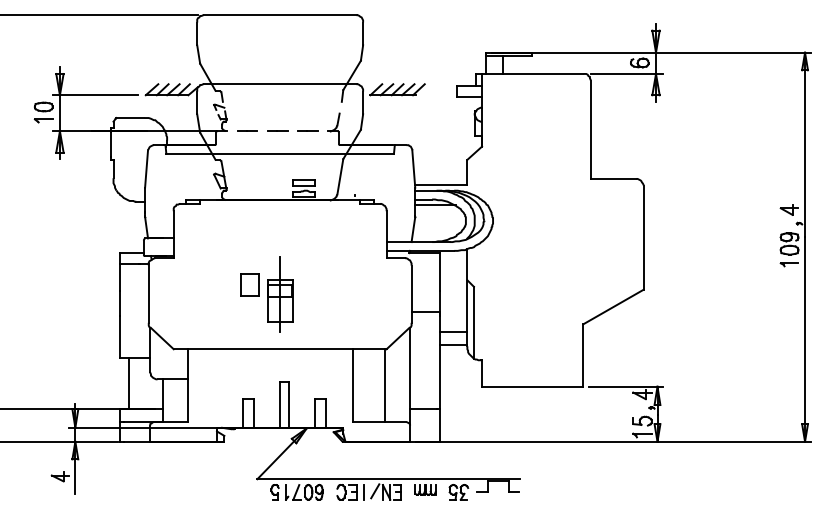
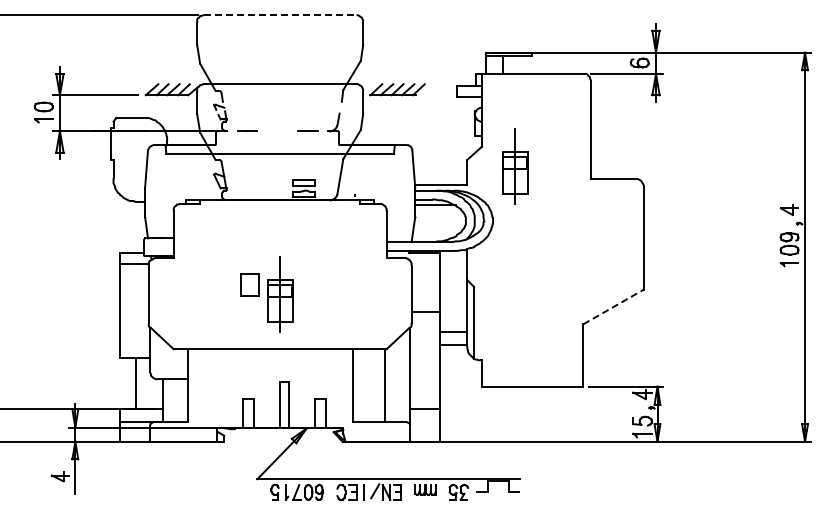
line at (280, 15): solid -> dashed
line at (277, 130): present -> none
part at (515, 166): none -> present
line at (613, 307): solid -> dashed
line at (128, 383) position: (128, 383) -> (135, 383)
